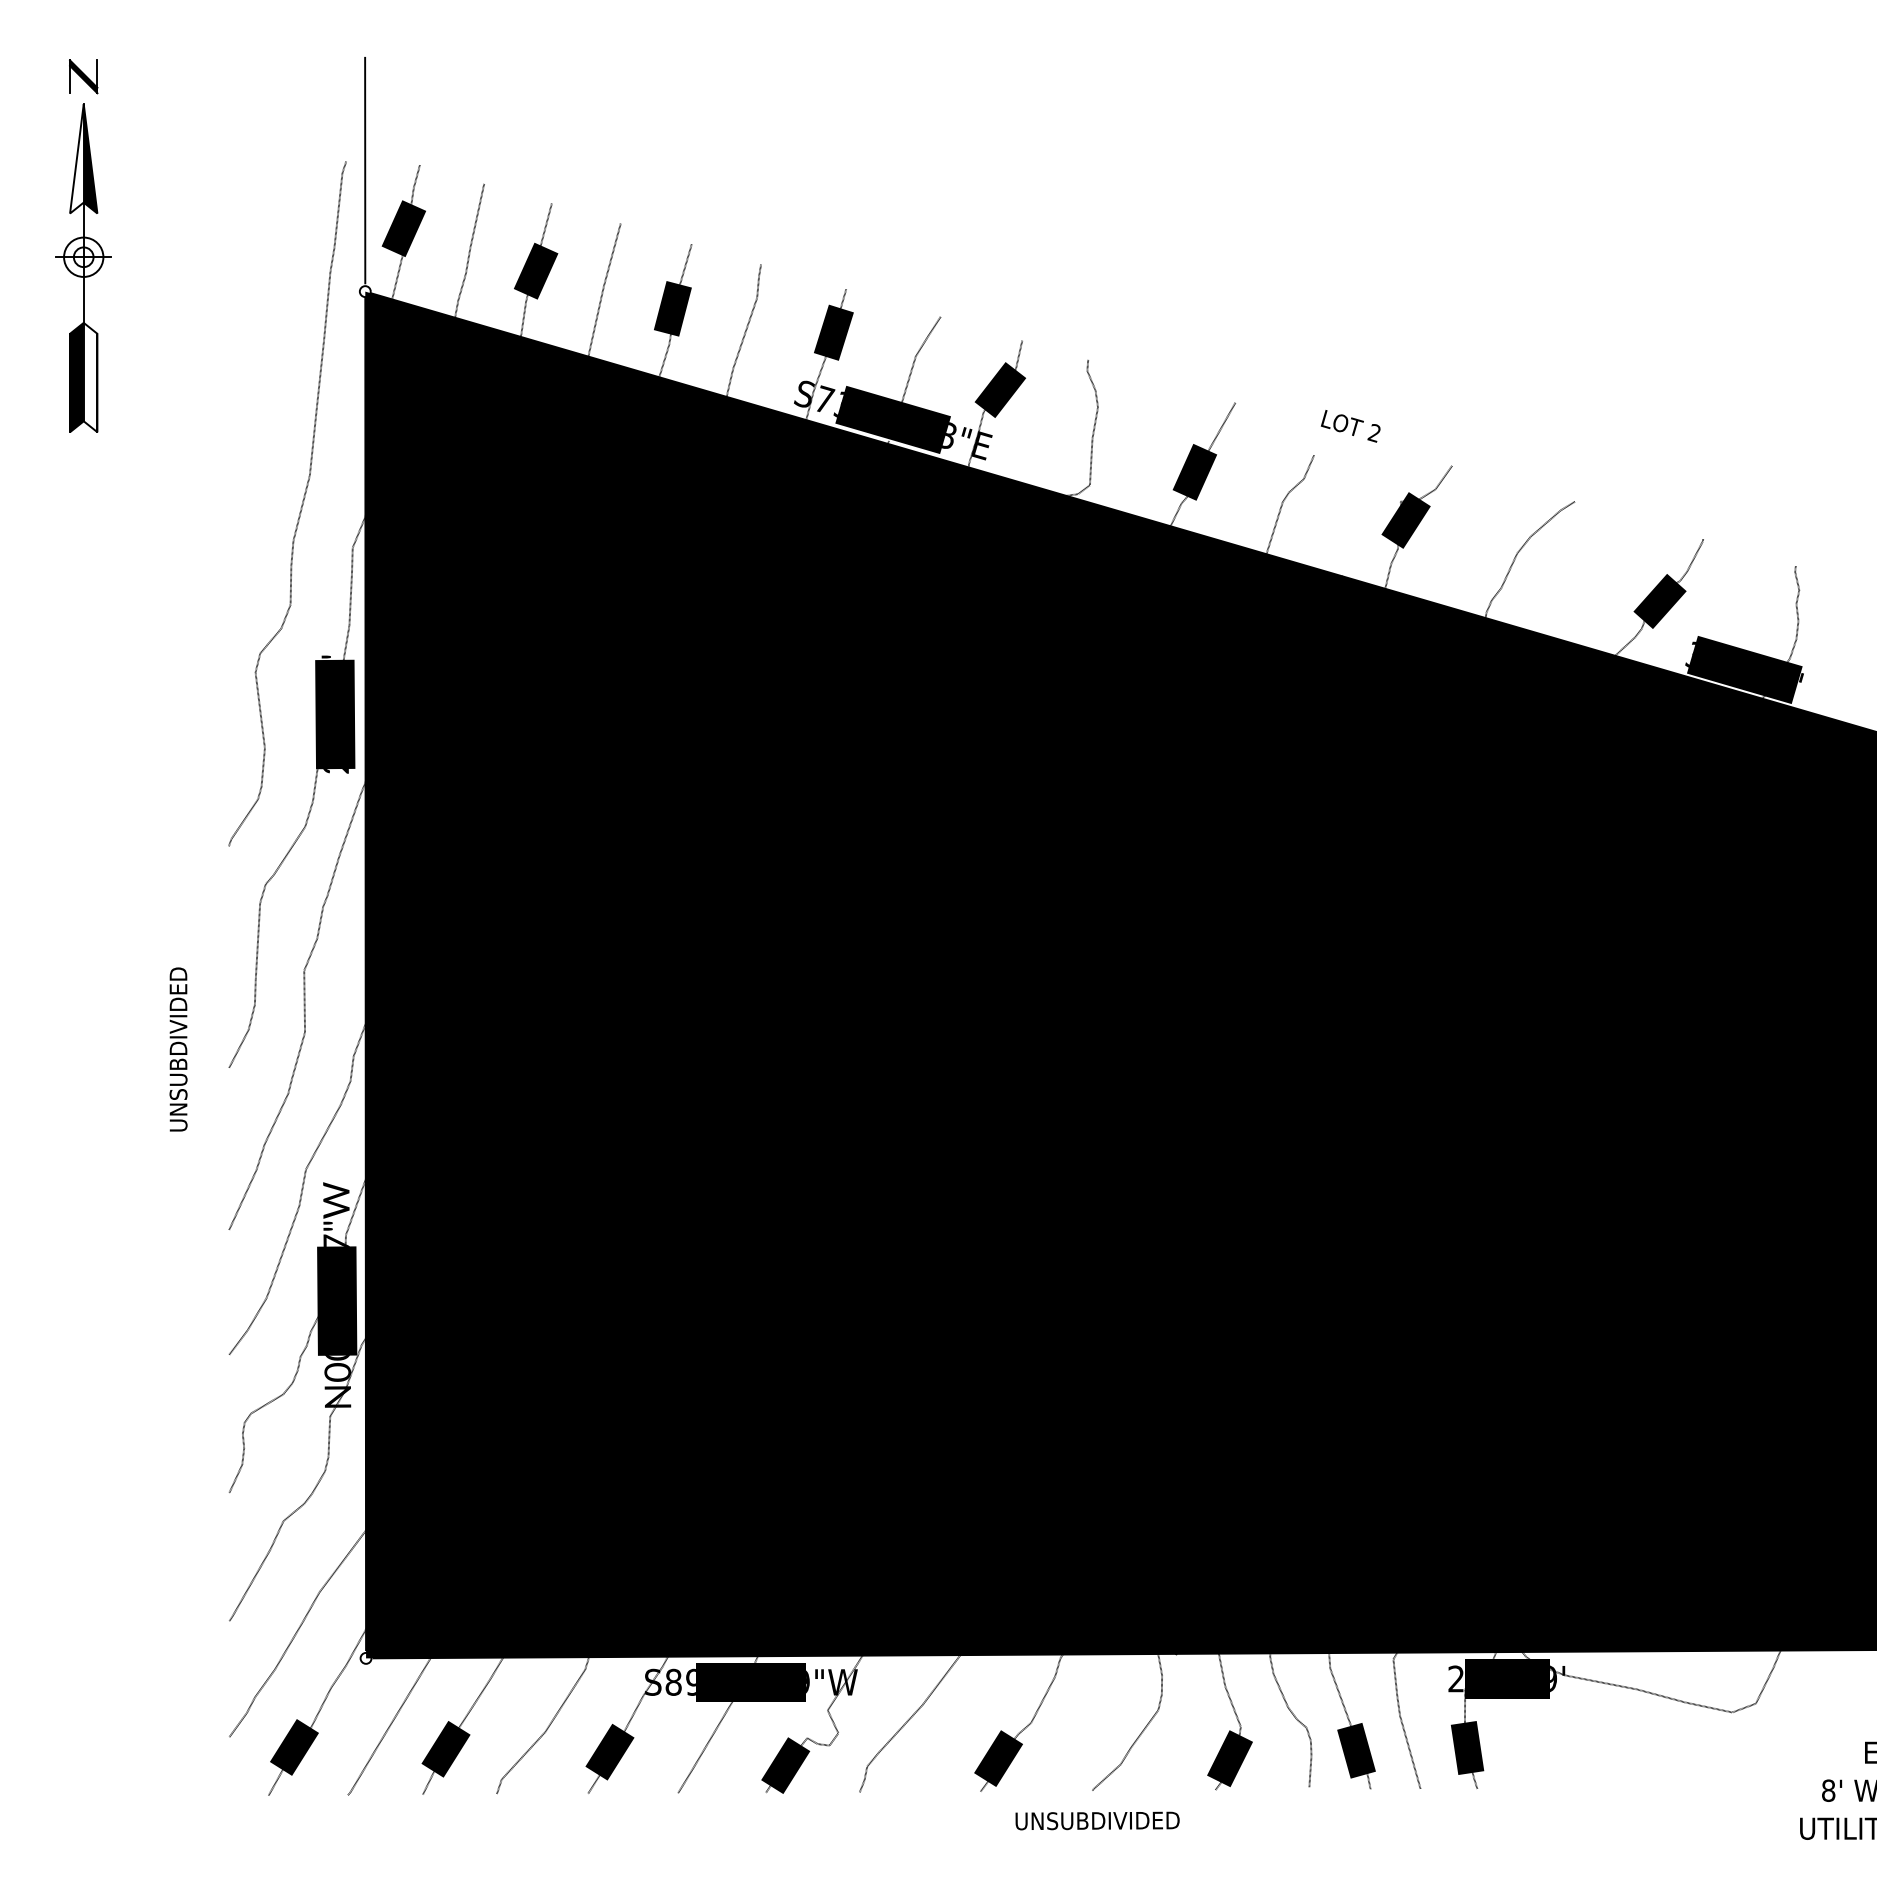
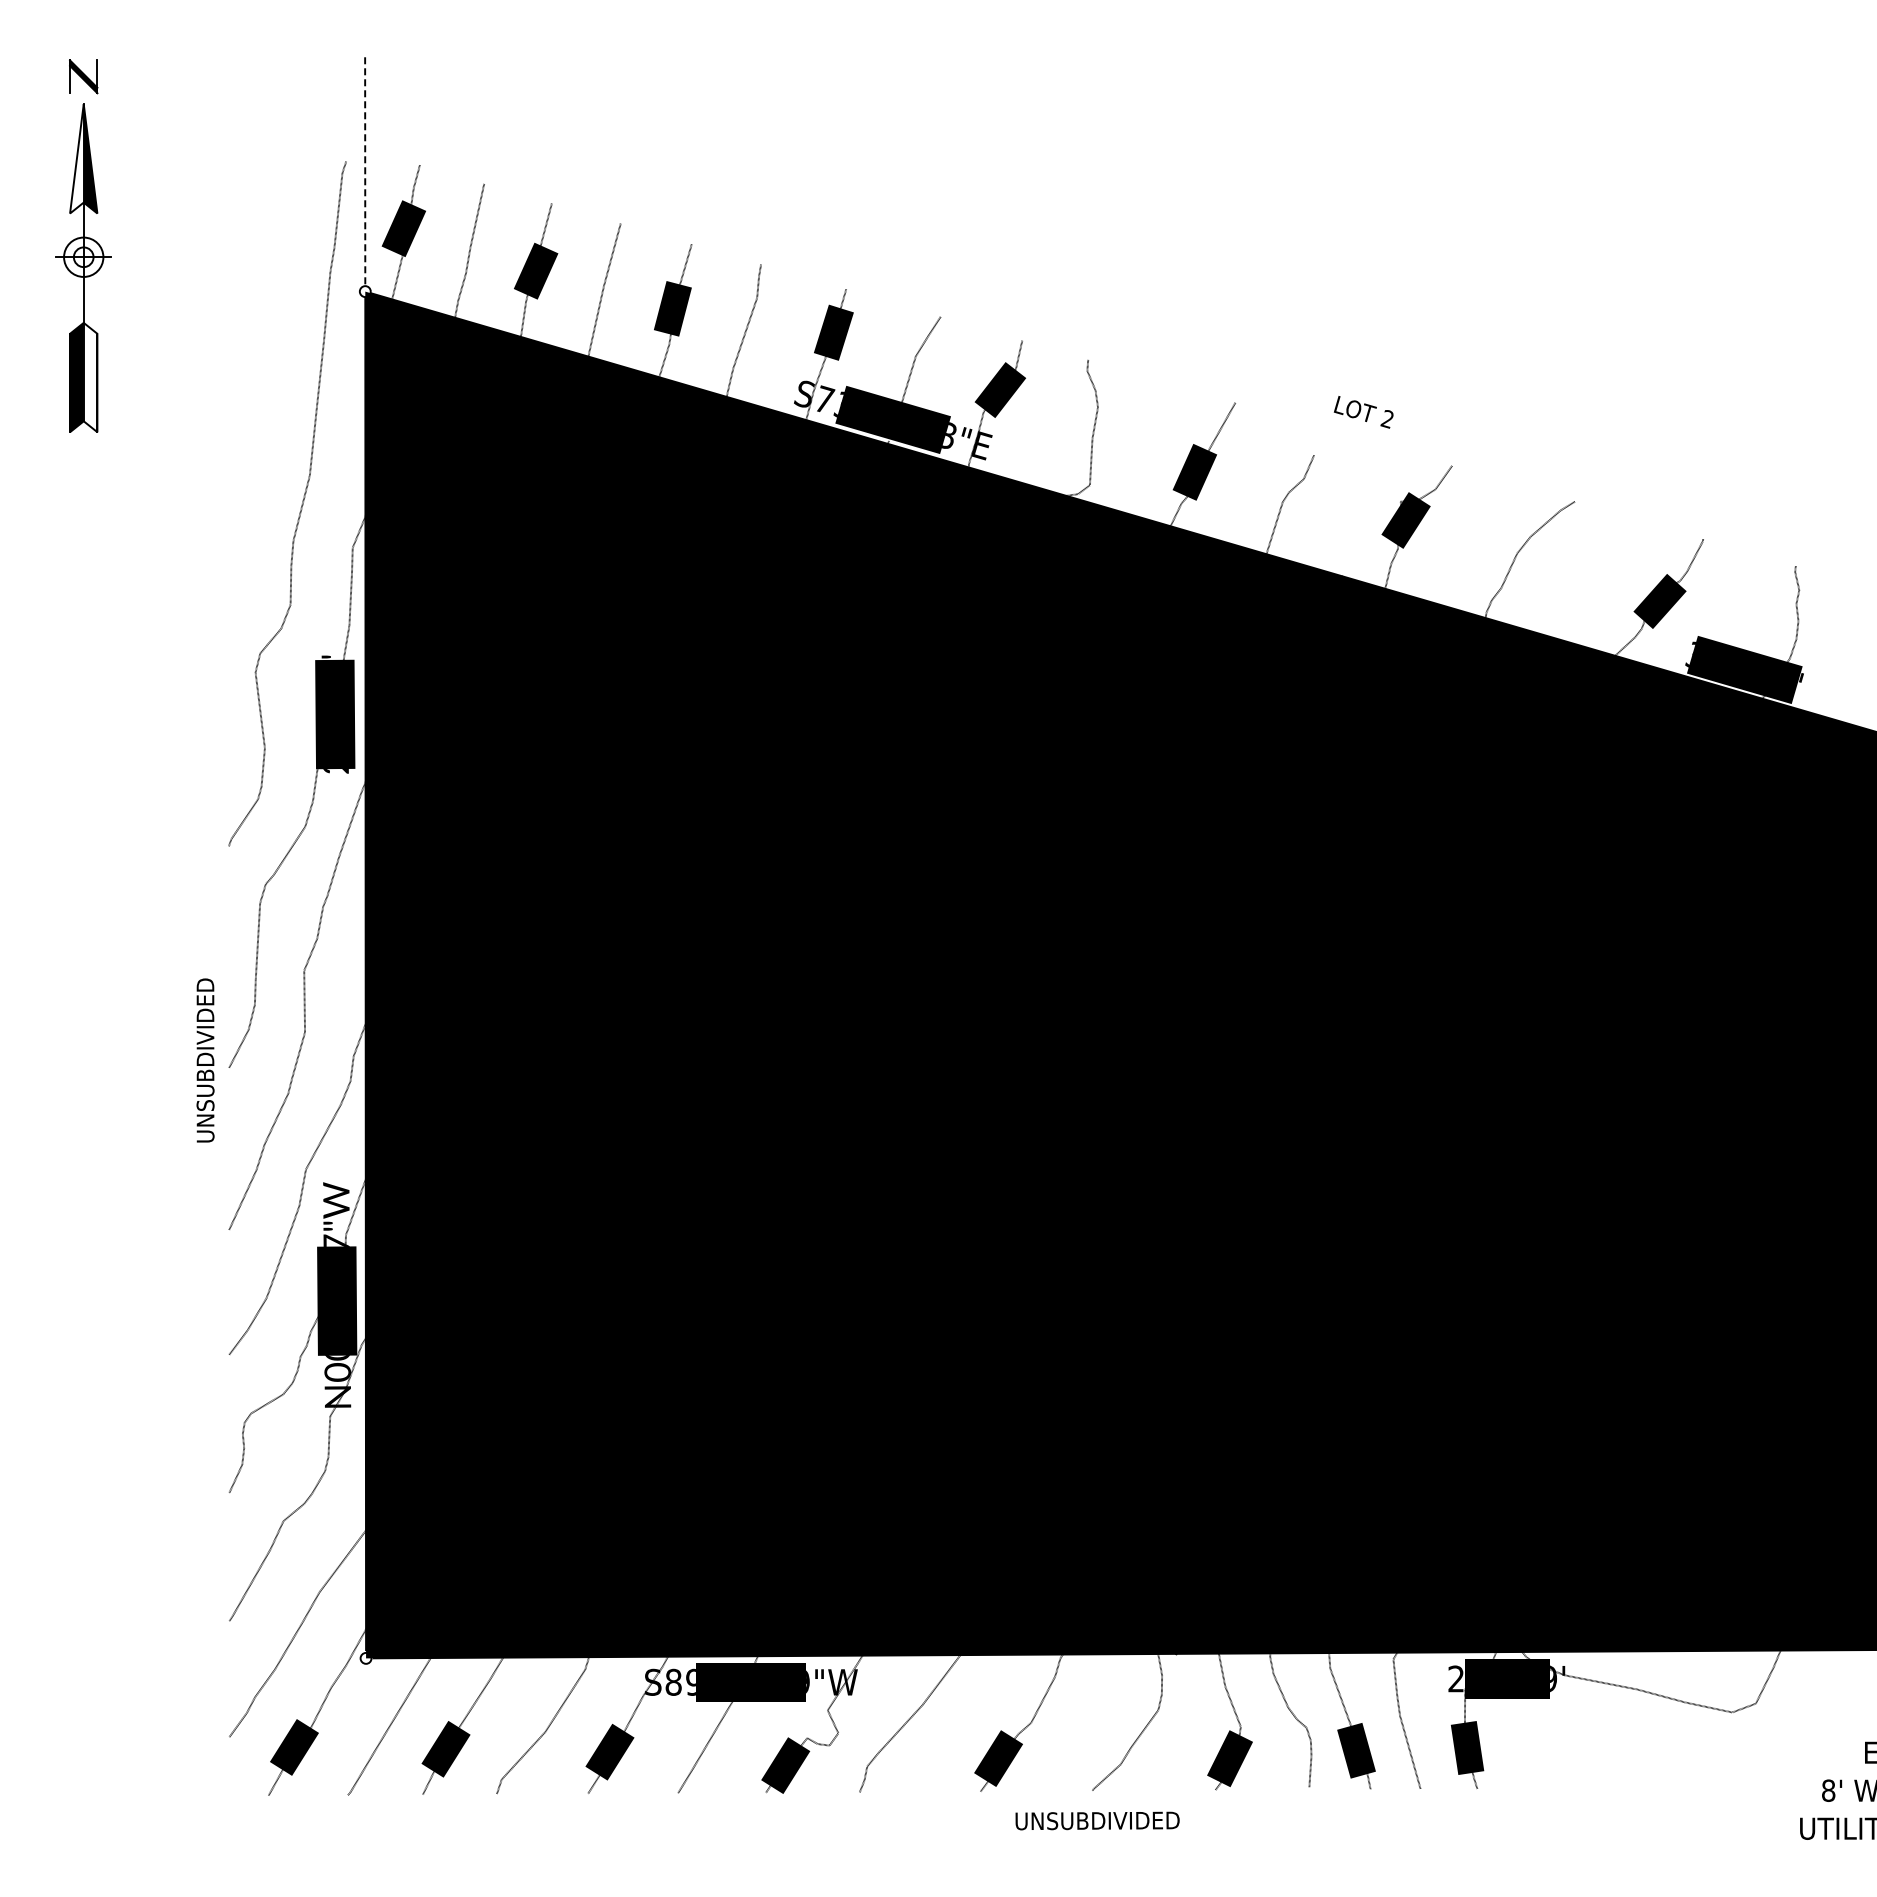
line at (365, 170): solid -> dashed
text at (1350, 426) position: (1350, 426) -> (1363, 412)
text at (178, 1049) position: (178, 1049) -> (205, 1060)
